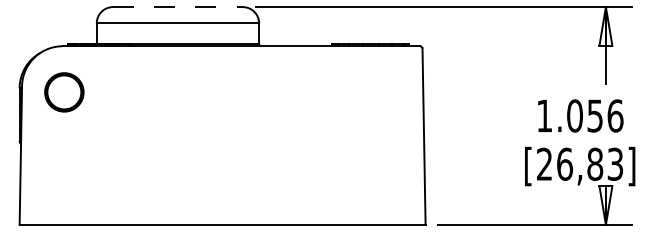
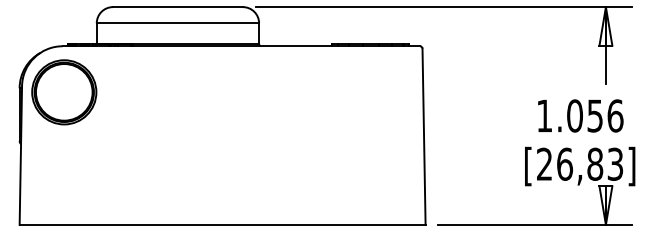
line at (177, 7): dashed -> solid
part at (64, 92) size: 41x41 px -> 67x67 px
